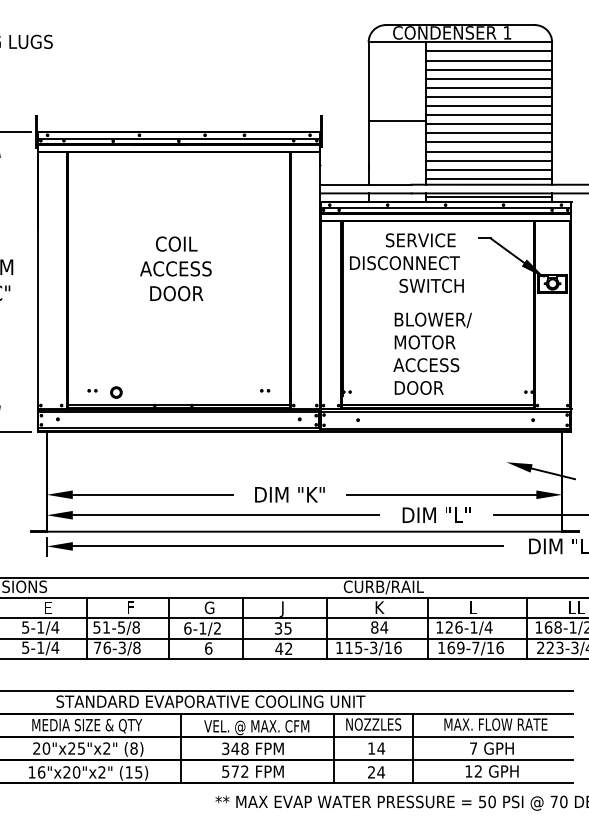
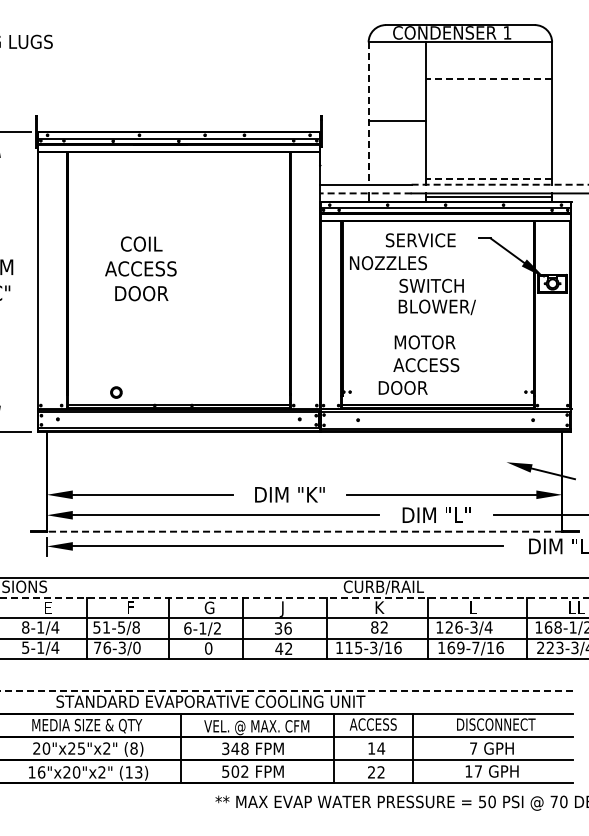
line at (488, 51): present -> none
line at (488, 60): present -> none
line at (488, 69): present -> none
line at (488, 78): solid -> dashed
line at (488, 87): present -> none
line at (488, 96): present -> none
line at (488, 106): present -> none
line at (368, 114): solid -> dashed
line at (488, 115): present -> none
line at (488, 124): present -> none
line at (488, 133): present -> none
line at (488, 142): present -> none
line at (488, 151): present -> none
line at (488, 160): present -> none
line at (488, 169): present -> none
line at (488, 178): solid -> dashed
line at (500, 184): solid -> dashed
line at (365, 193): solid -> dashed
text at (405, 263): DISCONNECT -> NOZZLES
text at (175, 268) position: (175, 268) -> (140, 268)
text at (432, 320) position: (432, 320) -> (436, 307)
text at (418, 387) position: (418, 387) -> (402, 387)
part at (92, 390): present -> none
part at (265, 390): present -> none
line at (304, 531): solid -> dashed
line at (294, 597): solid -> dashed
text at (25, 627): 5-1/4 -> 8-1/4
text at (384, 627): 84 -> 82
text at (473, 627): 126-1/4 -> 126-3/4
text at (287, 628): 35 -> 36
text at (136, 647): 76-3/8 -> 76-3/0
text at (208, 648): 6 -> 0
line at (287, 691): solid -> dashed
text at (373, 724): NOZZLES -> ACCESS
text at (495, 724): MAX. FLOW RATE -> DISCONNECT
text at (138, 771): (15) -> (13)
text at (235, 771): 572 -> 502
text at (477, 771): 12 -> 17
text at (381, 772): 24 -> 22
